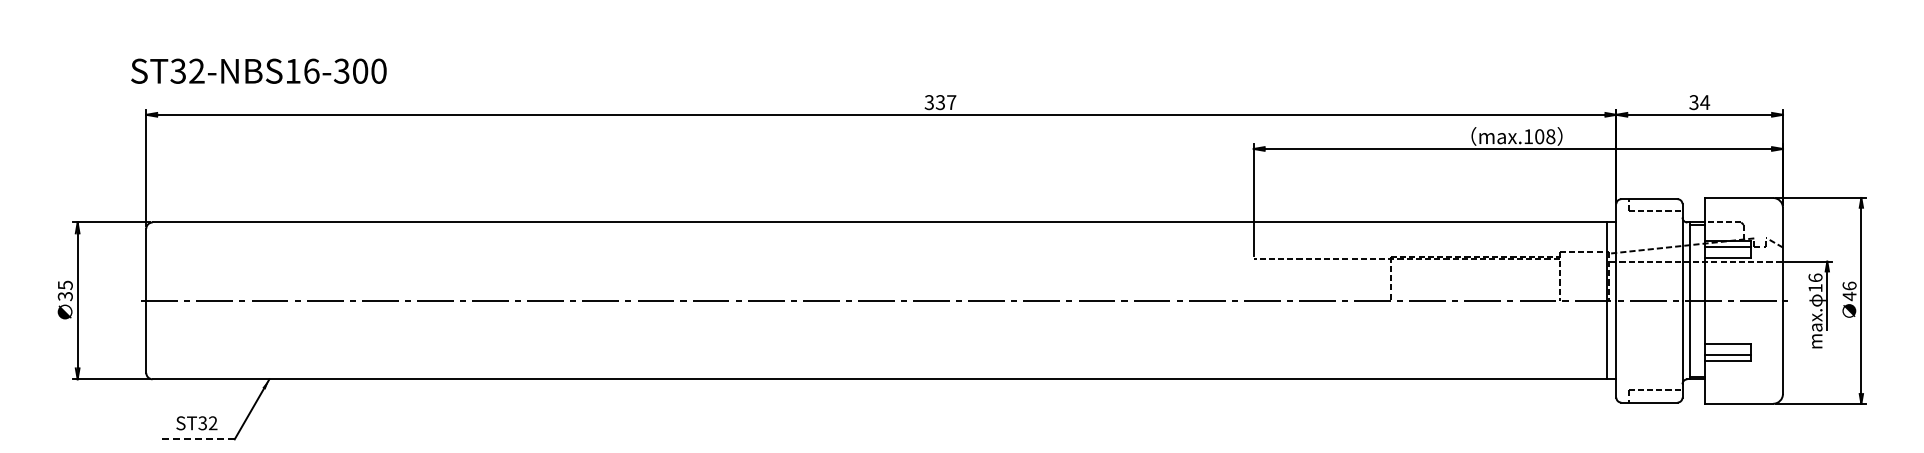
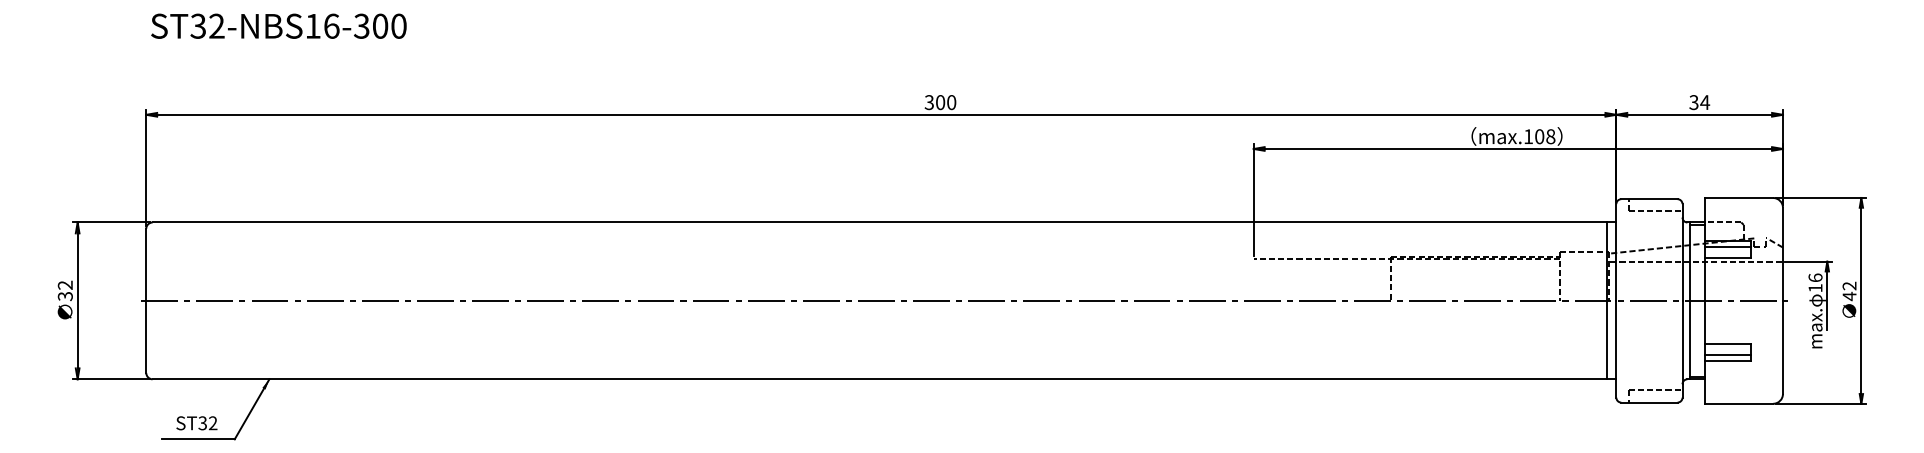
text at (258, 70) position: (258, 70) -> (278, 25)
text at (945, 102): 337 -> 300
text at (64, 284): 35 -> 32
text at (1849, 285): 46 -> 42
line at (198, 439): dashed -> solid
